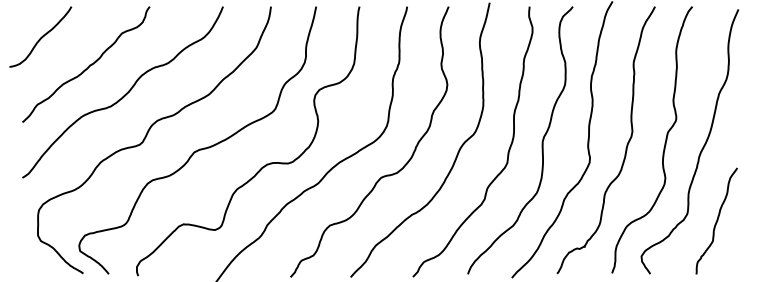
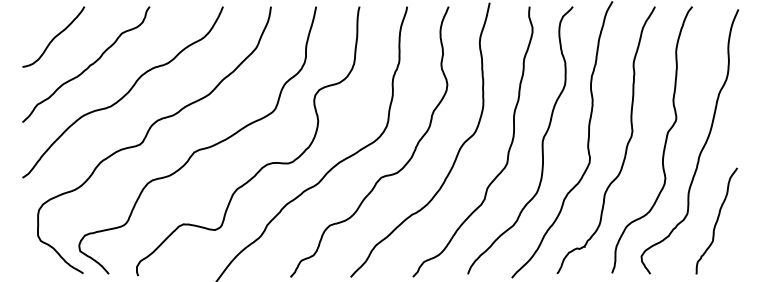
curve at (41, 36) position: (41, 36) -> (54, 36)
